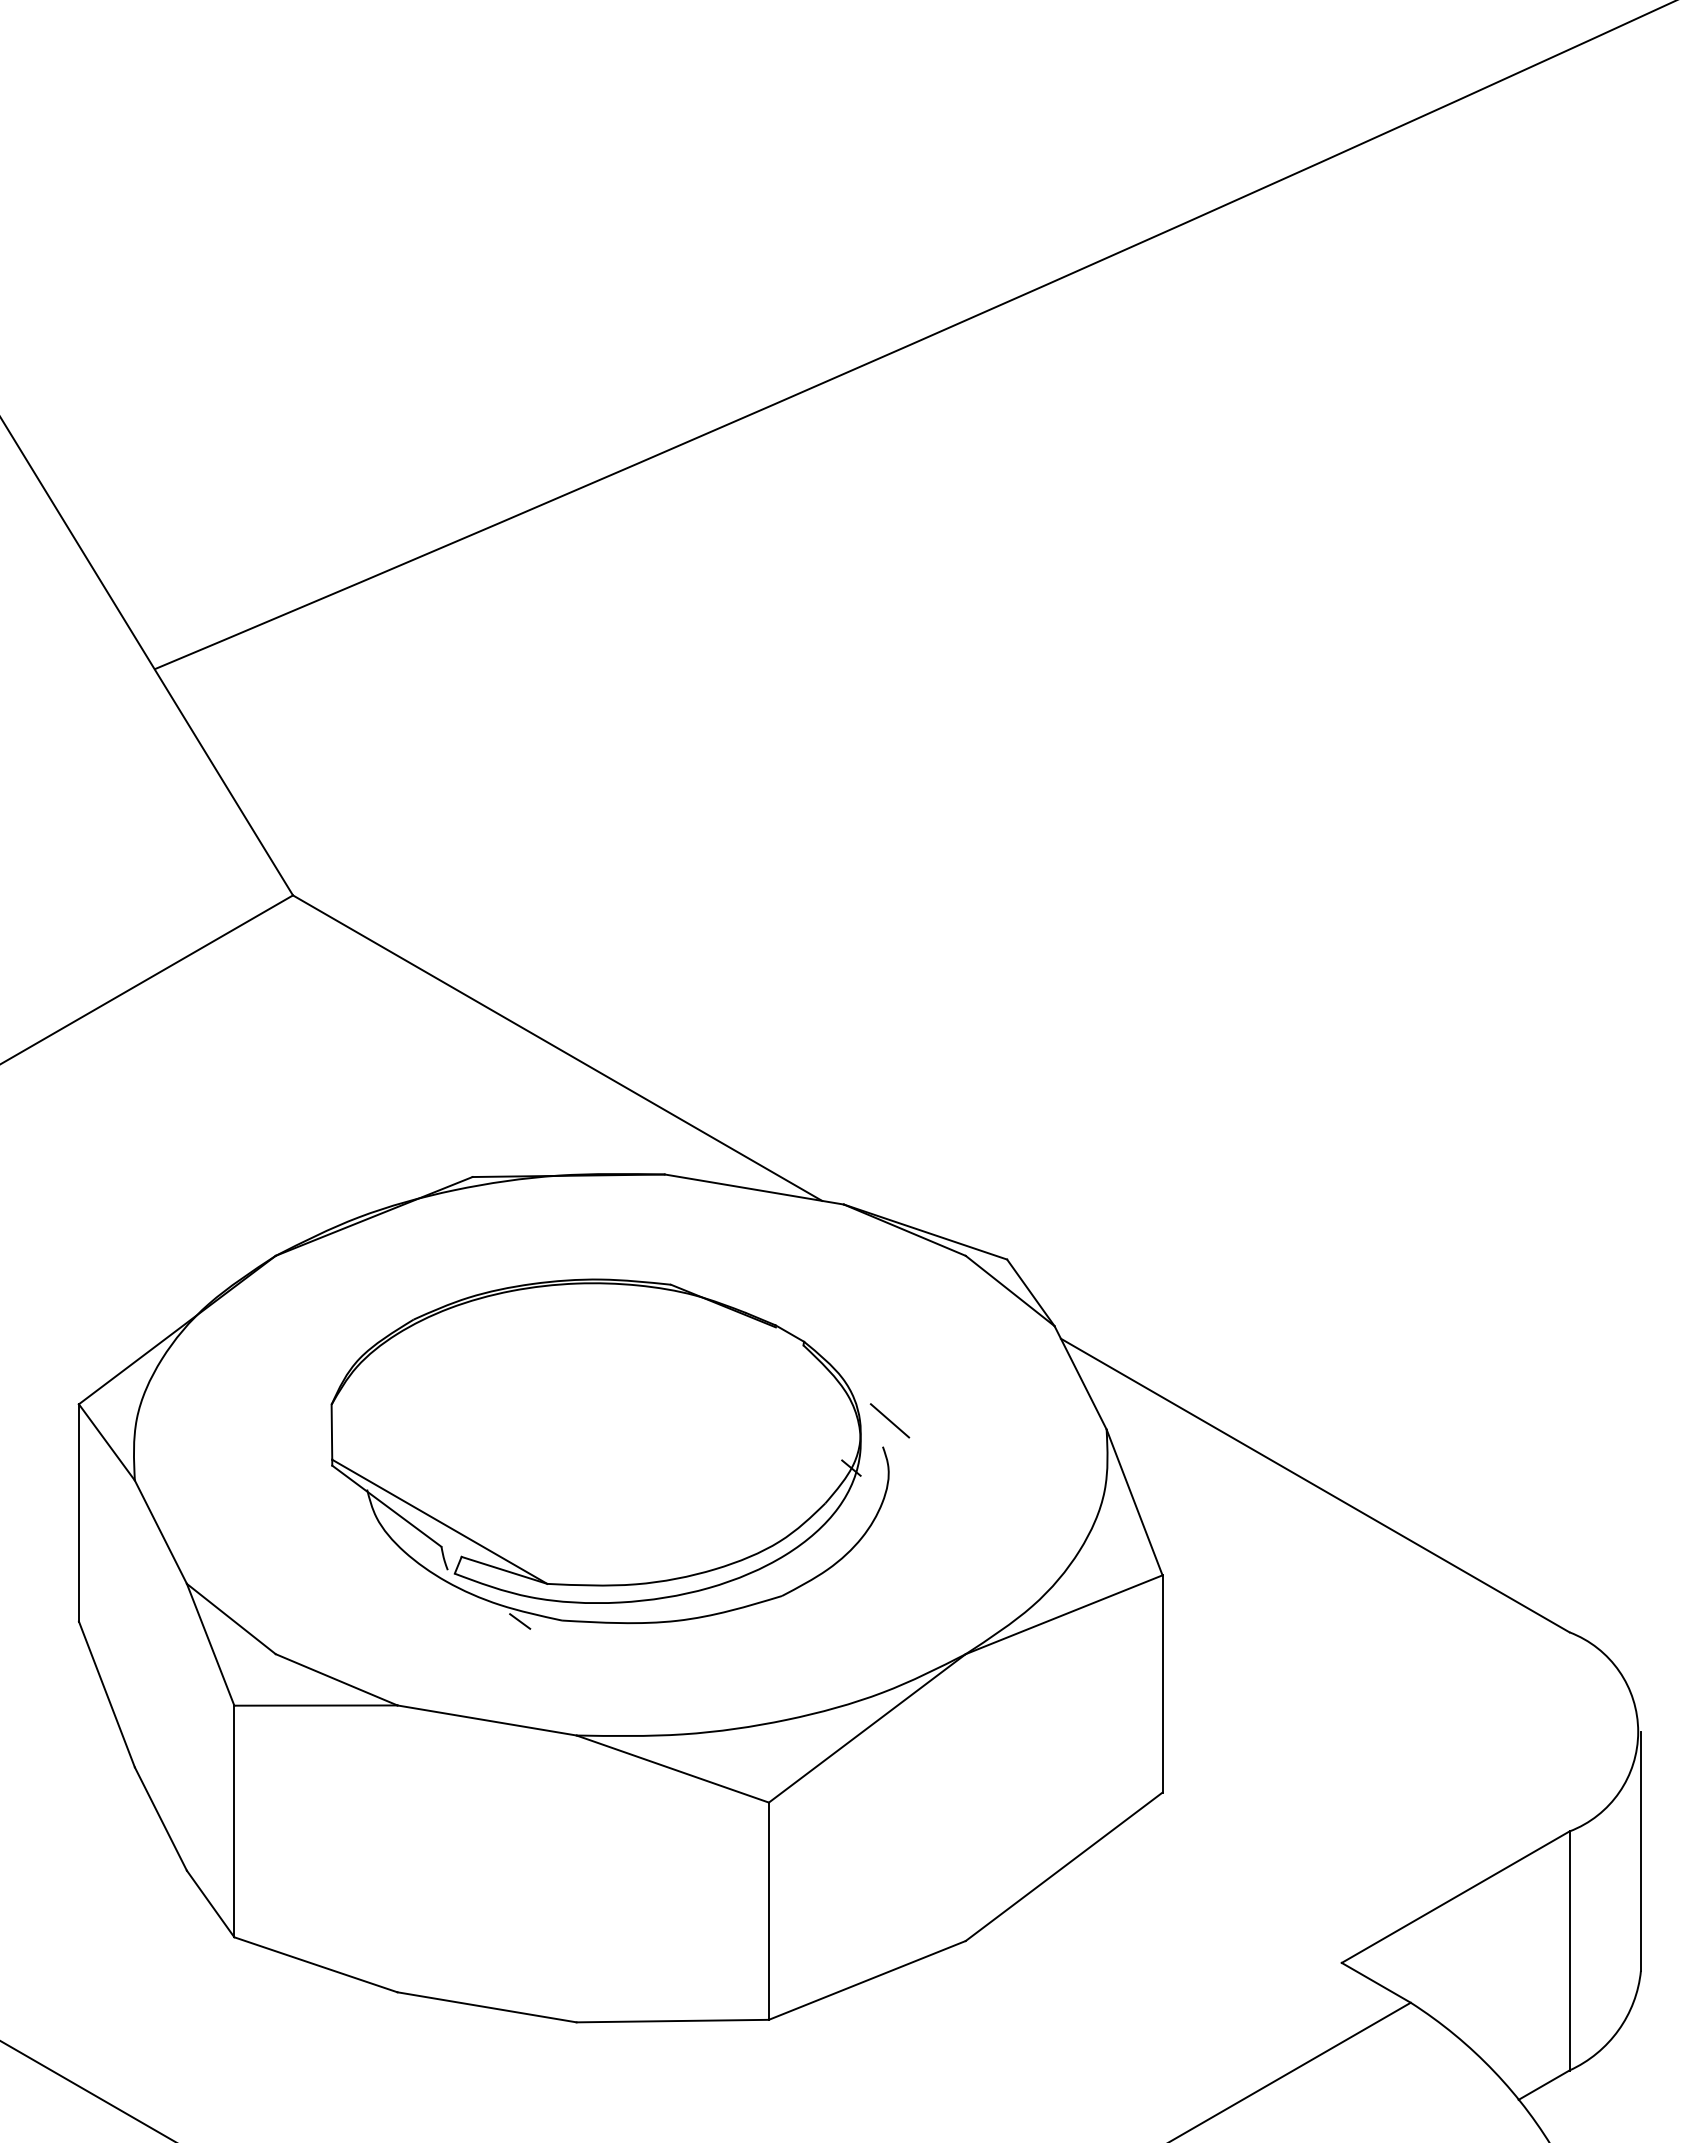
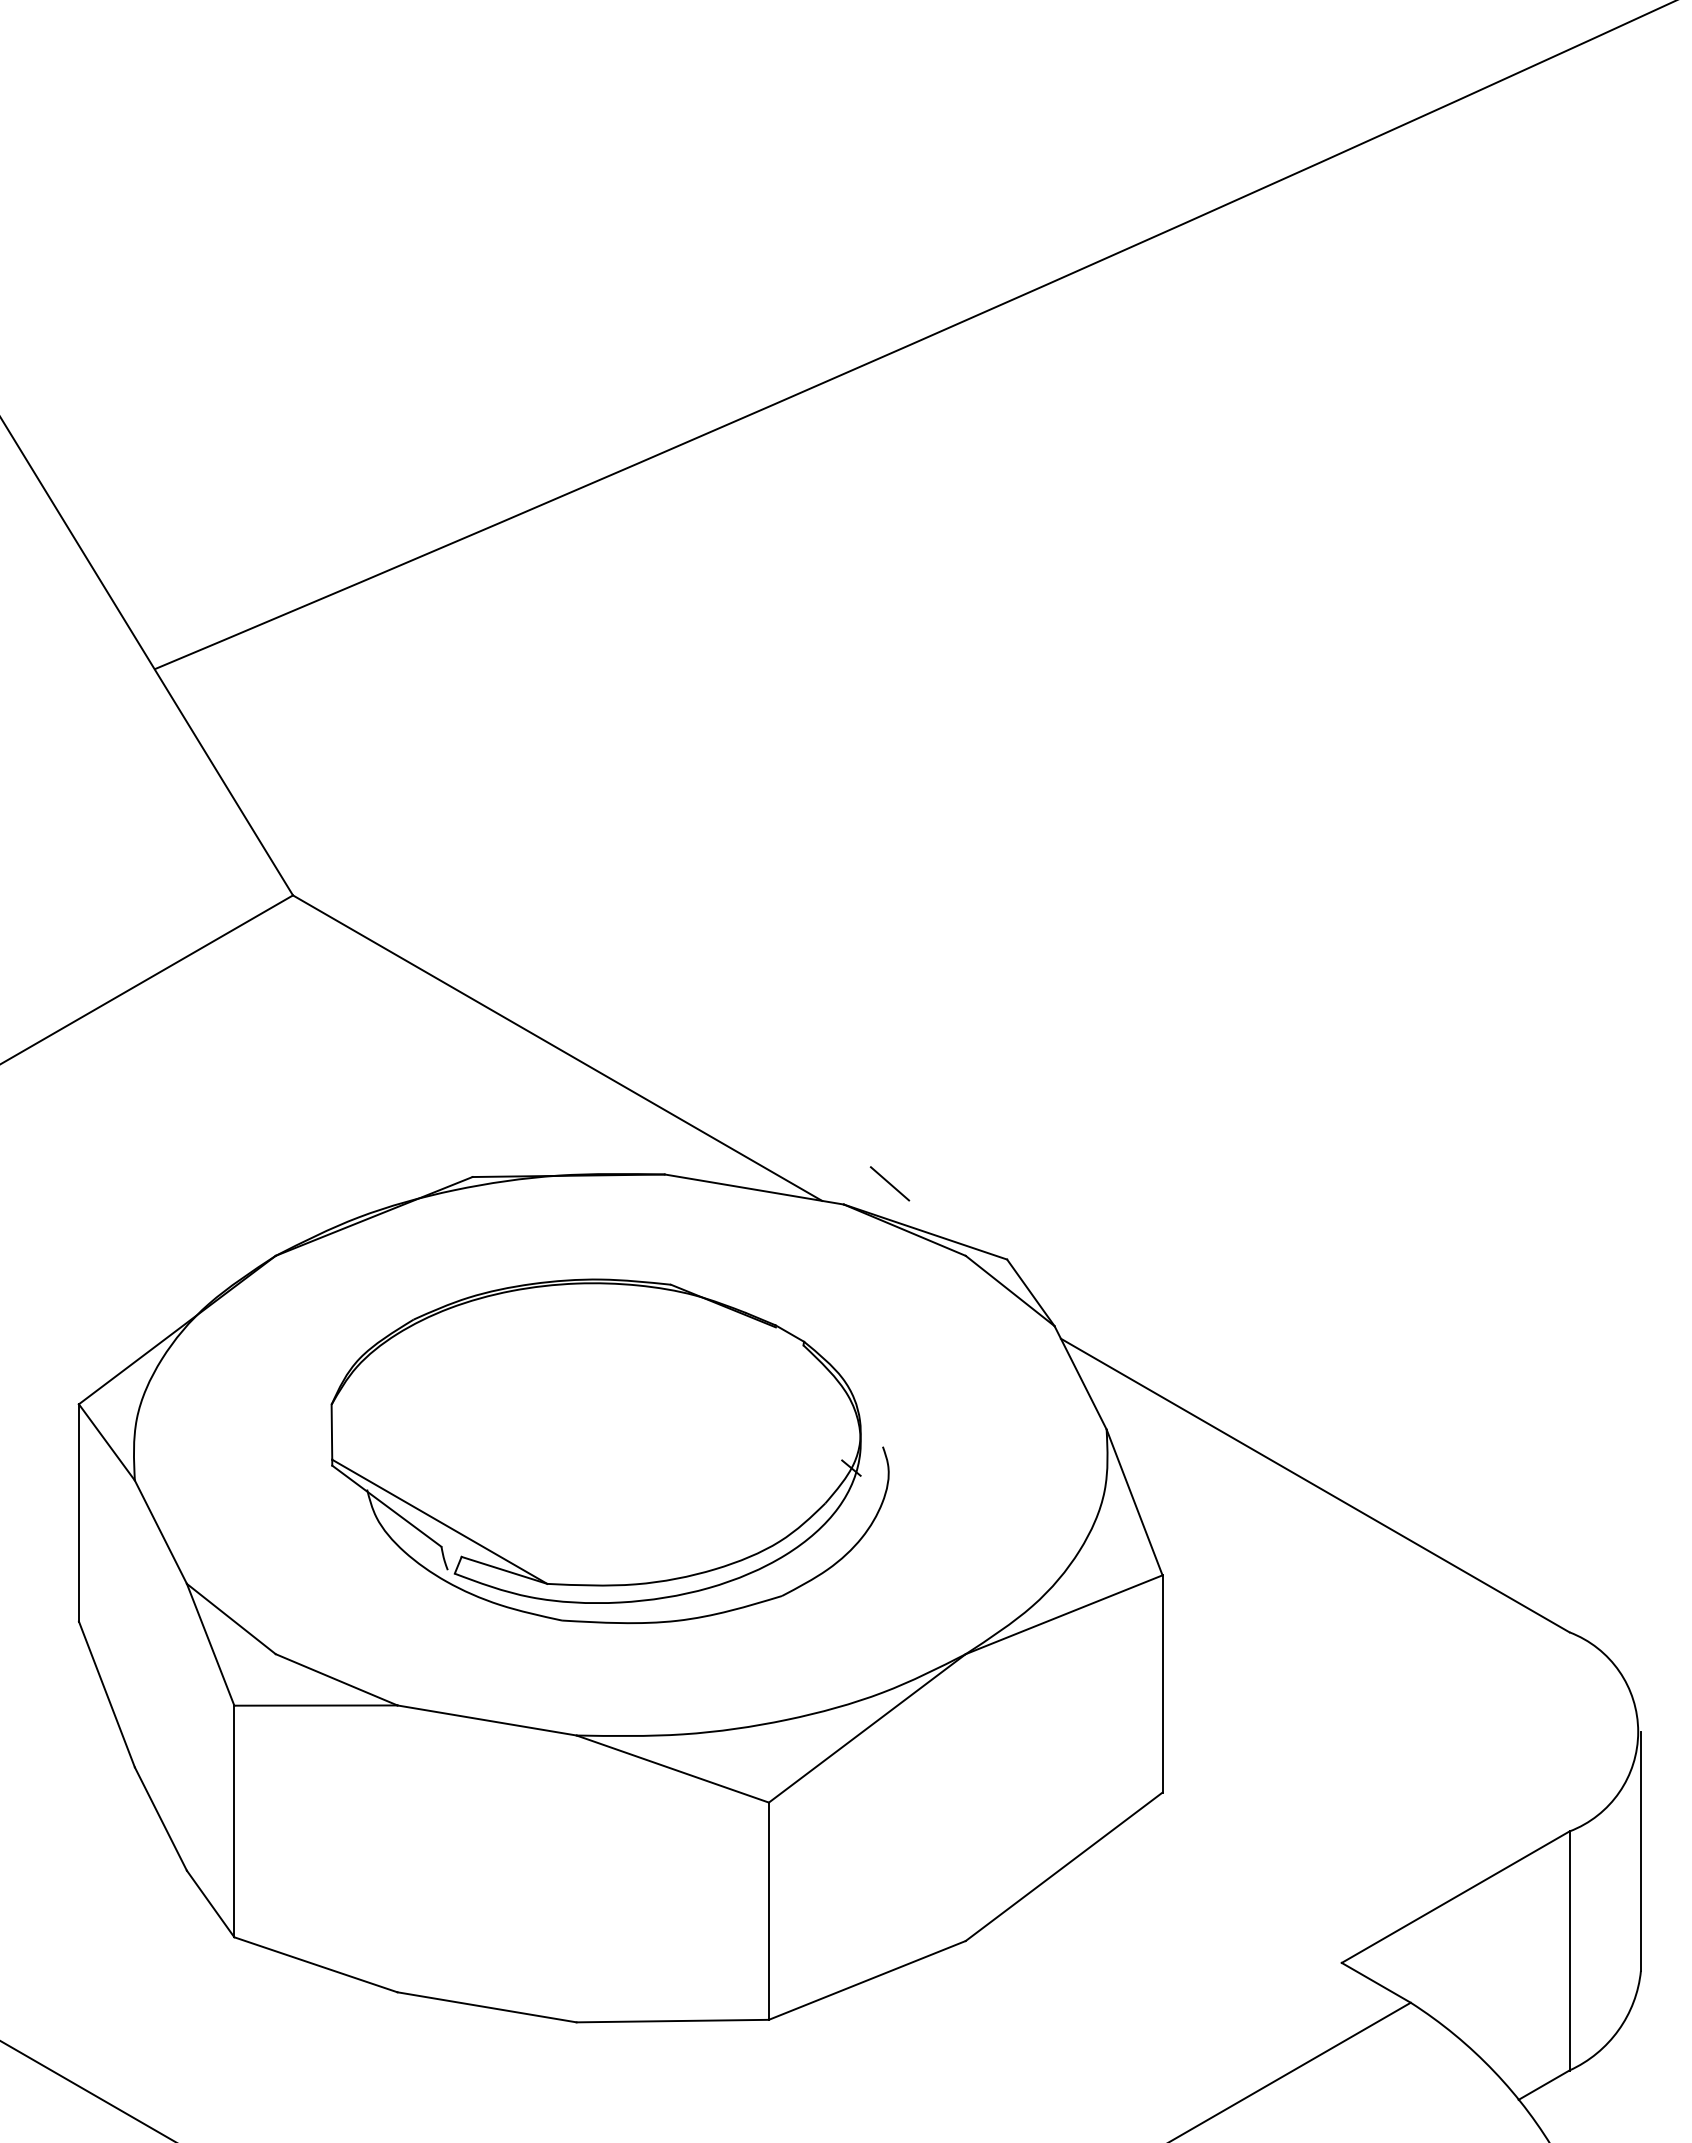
line at (889, 1420) position: (889, 1420) -> (889, 1183)
line at (520, 1621): present -> none
